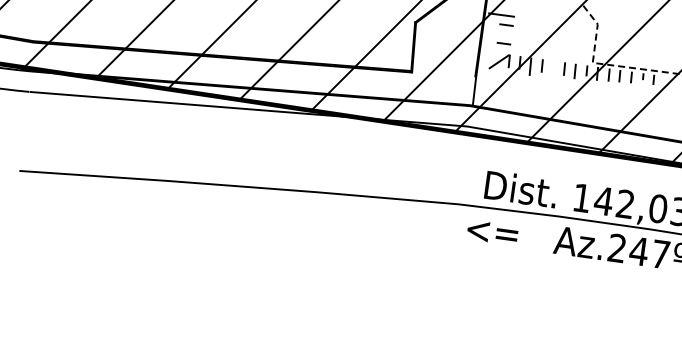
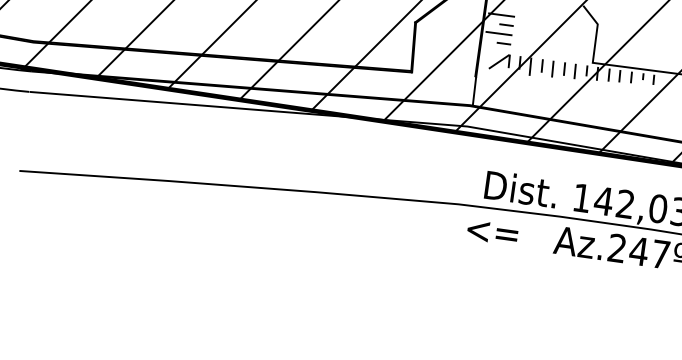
line at (498, 33): none -> present
line at (605, 64): dashed -> solid
line at (552, 68): none -> present
